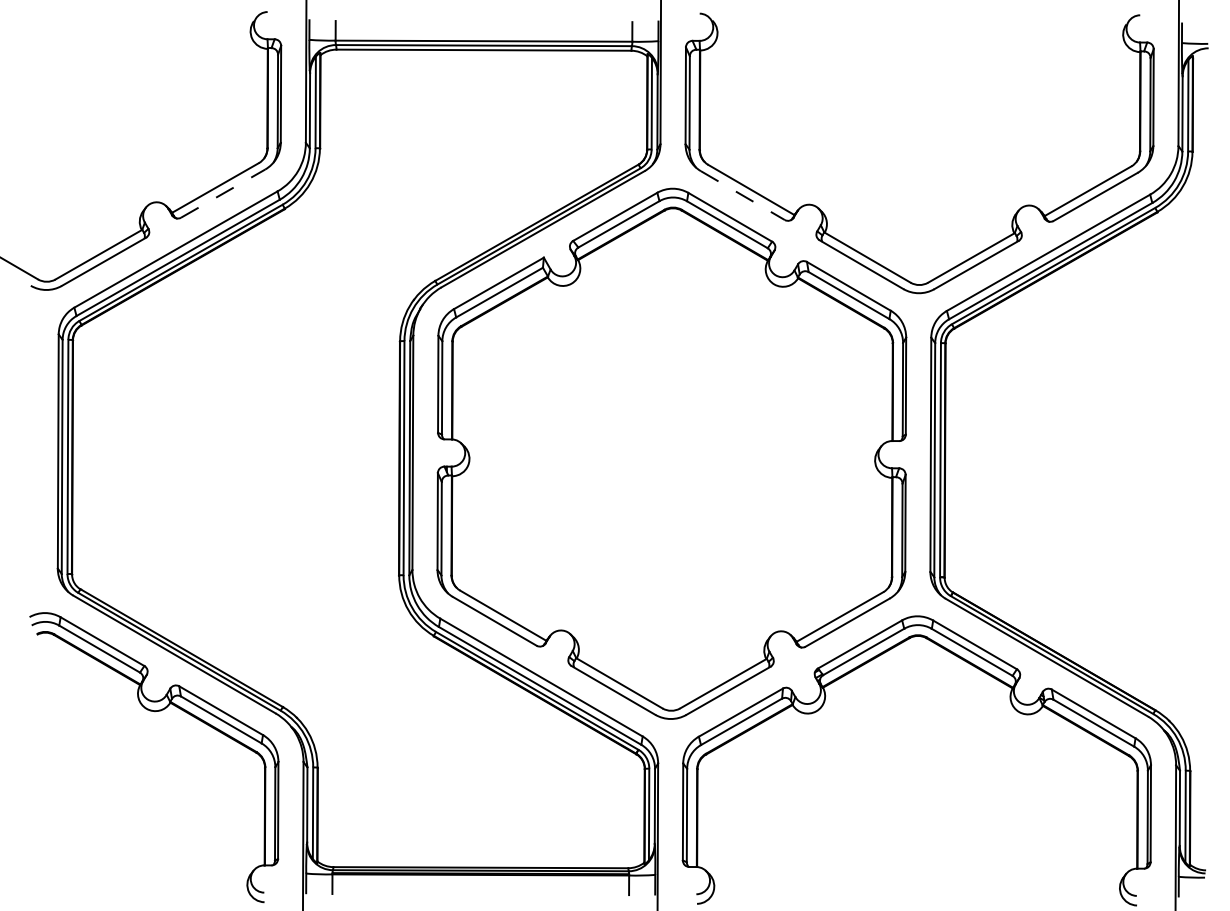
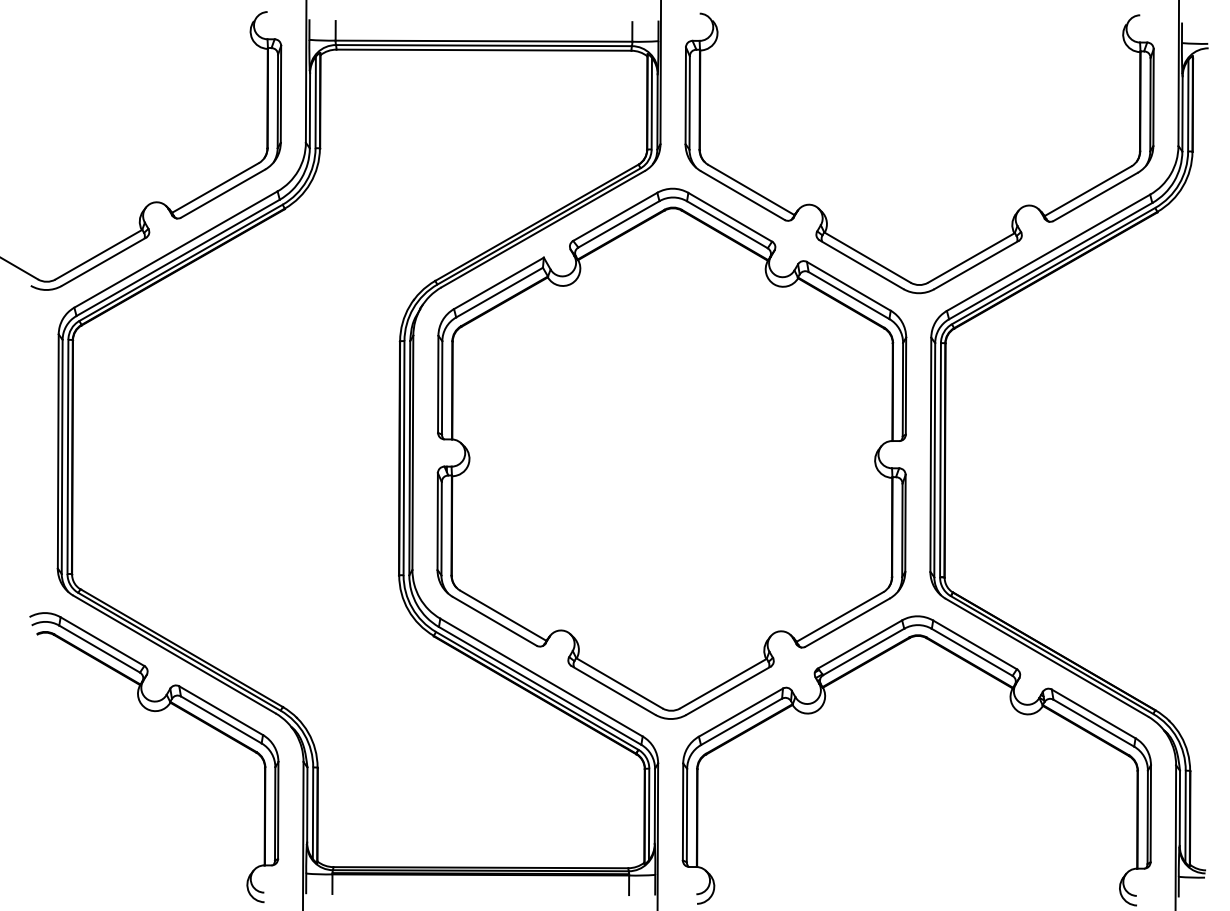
line at (223, 193): dashed -> solid
line at (743, 195): dashed -> solid
